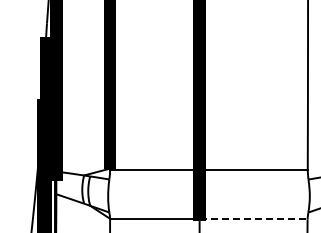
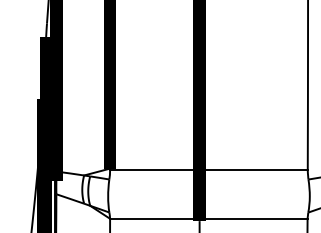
line at (253, 219): dashed -> solid
